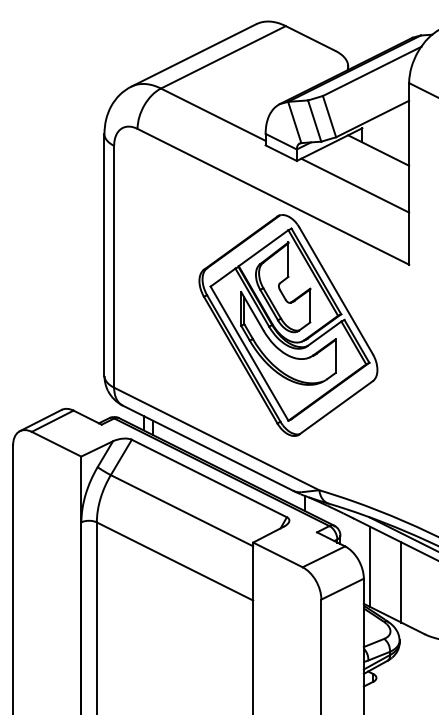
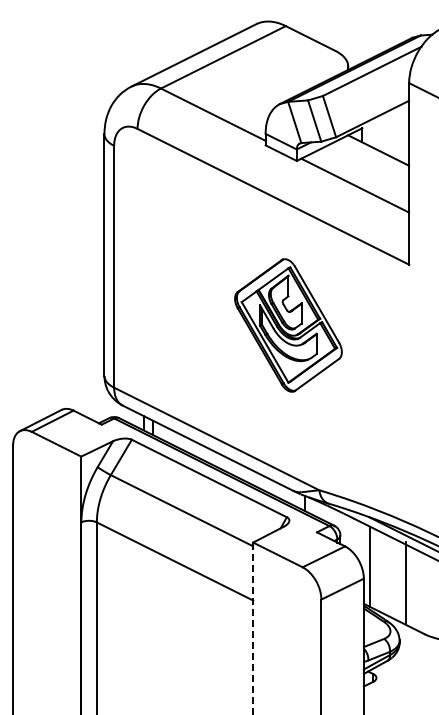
part at (288, 325) size: 181x223 px -> 109x135 px
line at (401, 582) position: (401, 582) -> (406, 582)
line at (253, 628): solid -> dashed
